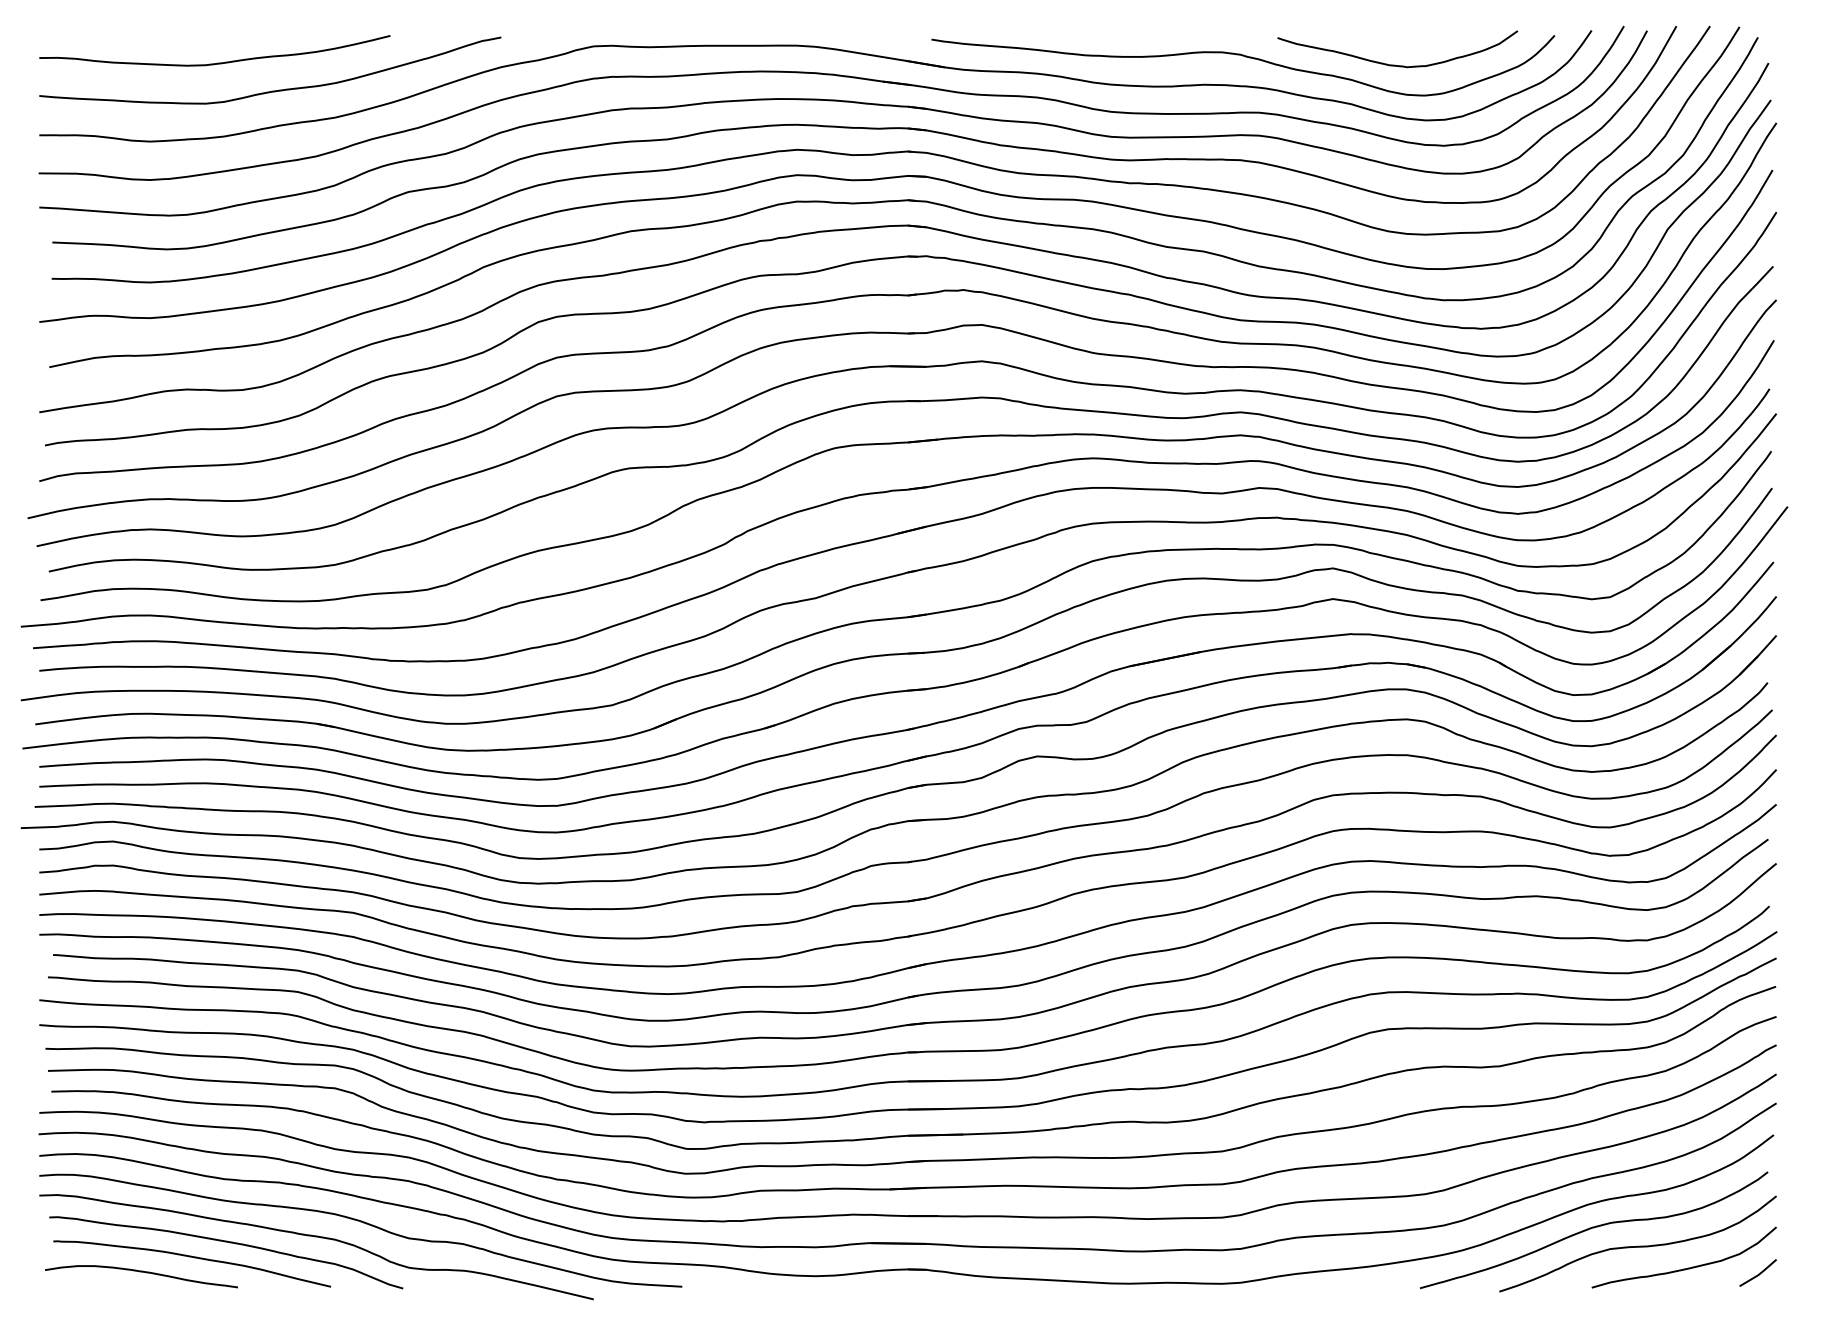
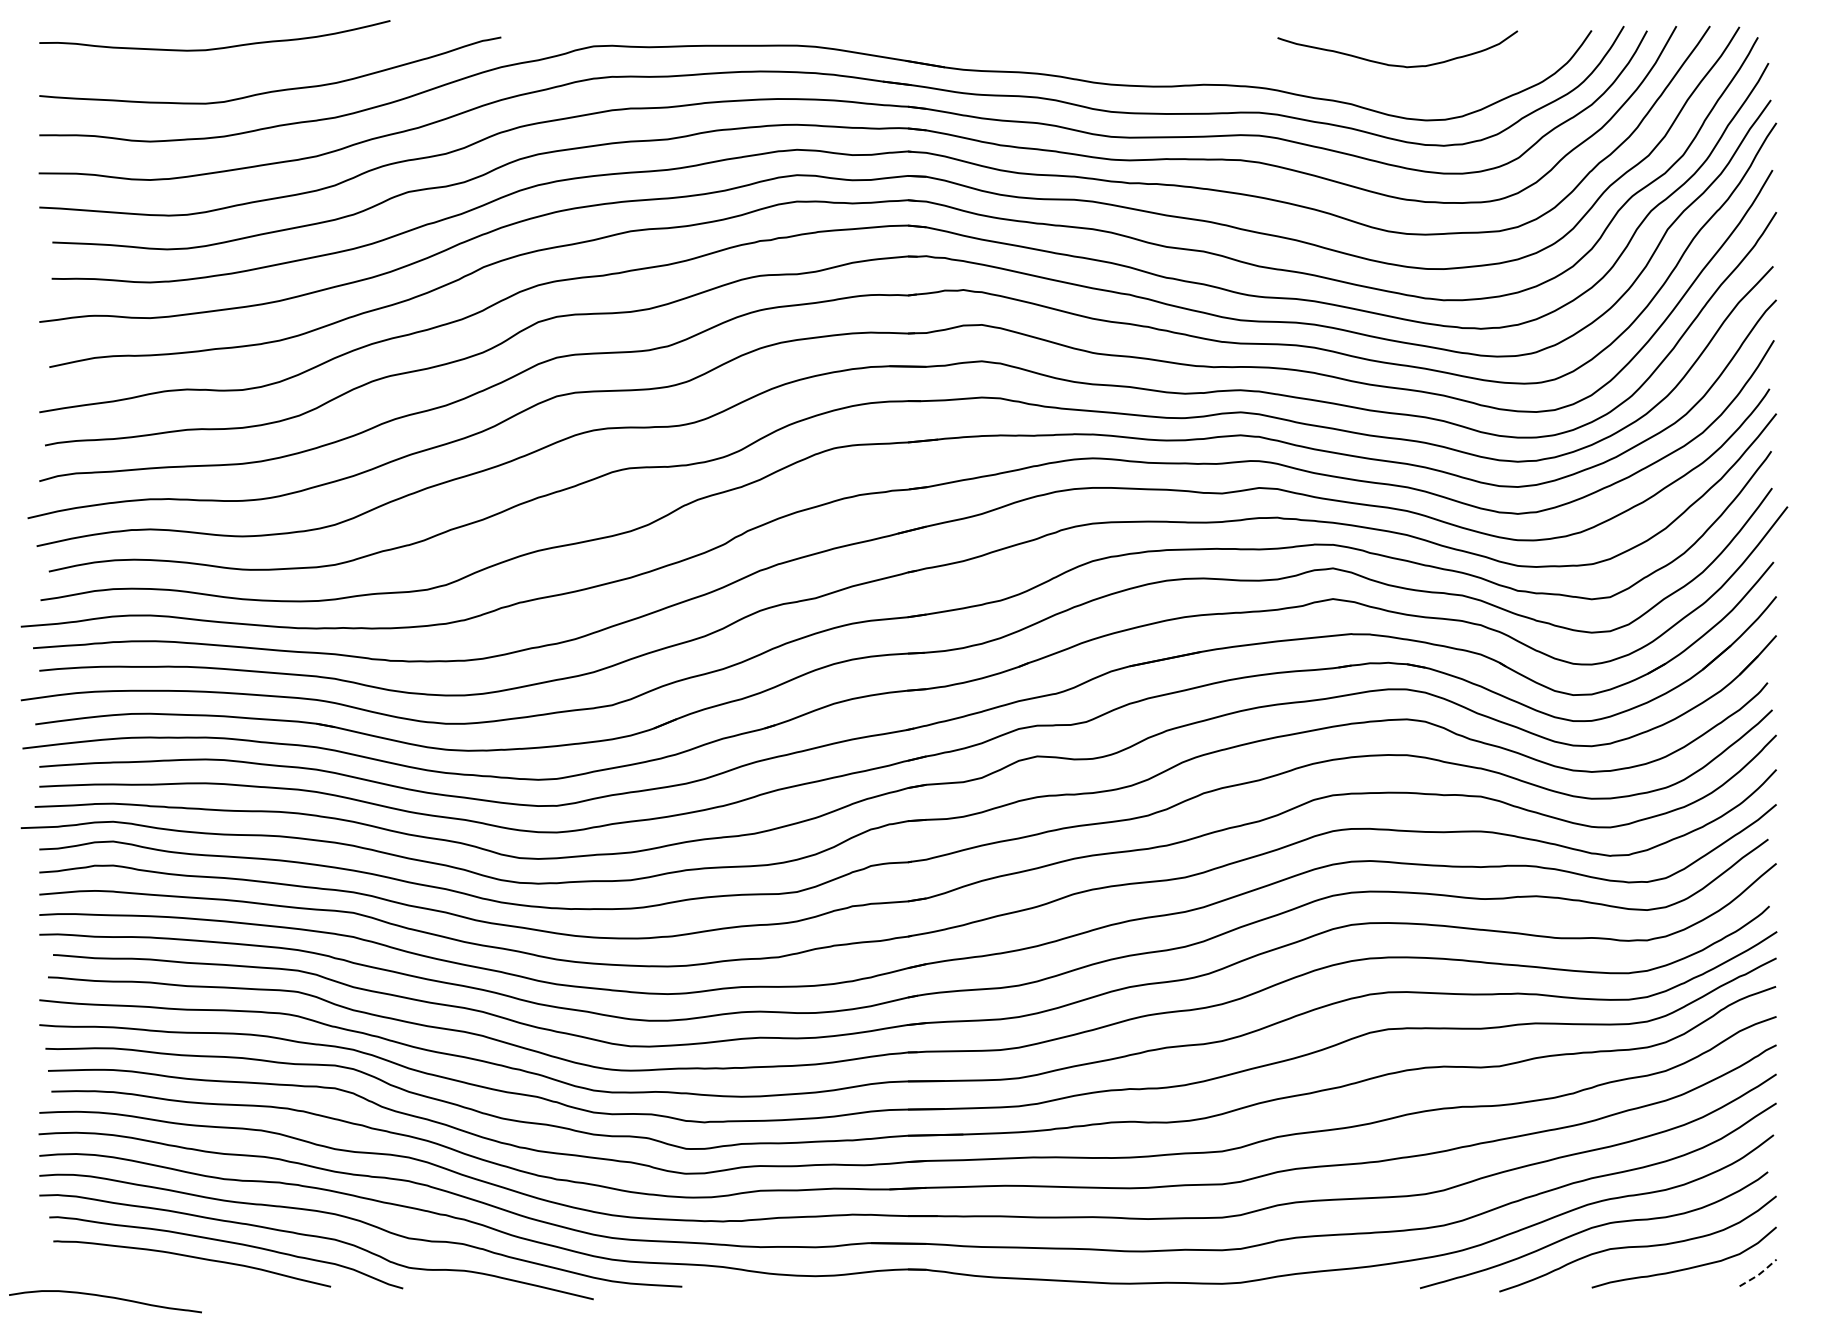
curve at (1245, 57): present -> none
curve at (217, 62) position: (217, 62) -> (217, 47)
curve at (141, 1272) position: (141, 1272) -> (105, 1297)
line at (1759, 1274): solid -> dashed
